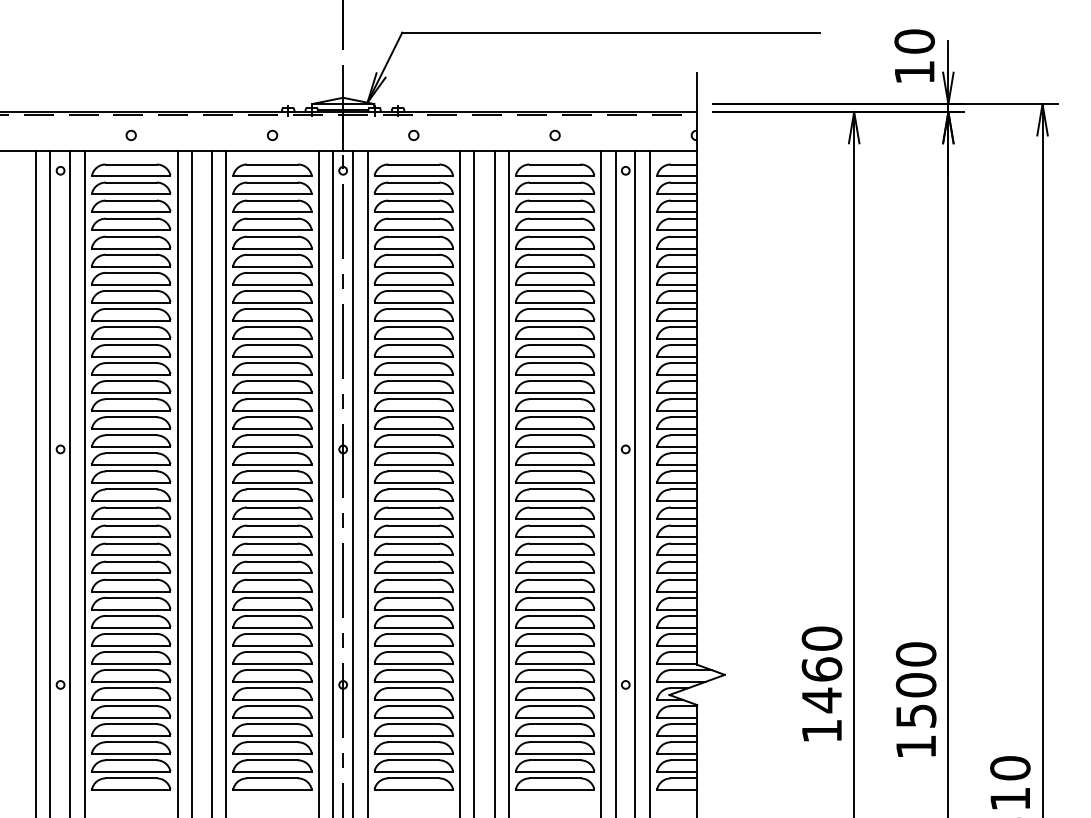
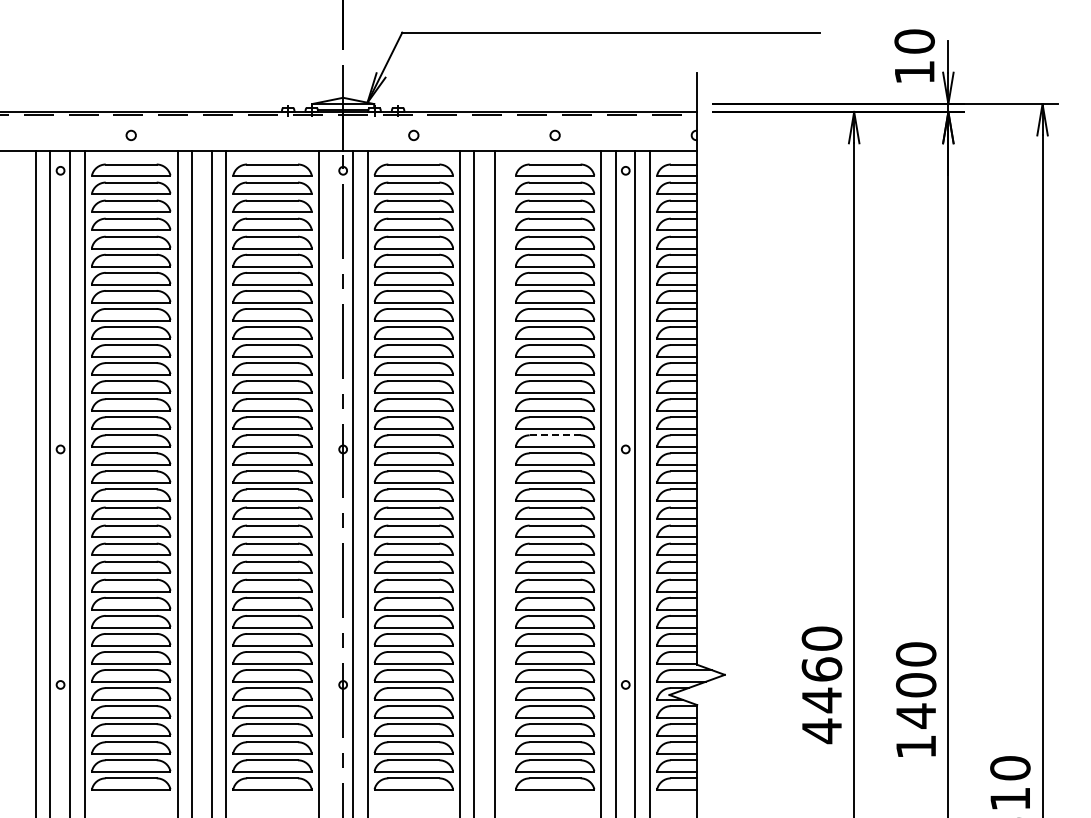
circle at (272, 135): present -> none
line at (554, 435): solid -> dashed
line at (332, 482): present -> none
line at (508, 482): present -> none
text at (916, 715): 1500 -> 1400
text at (821, 731): 1460 -> 4460
